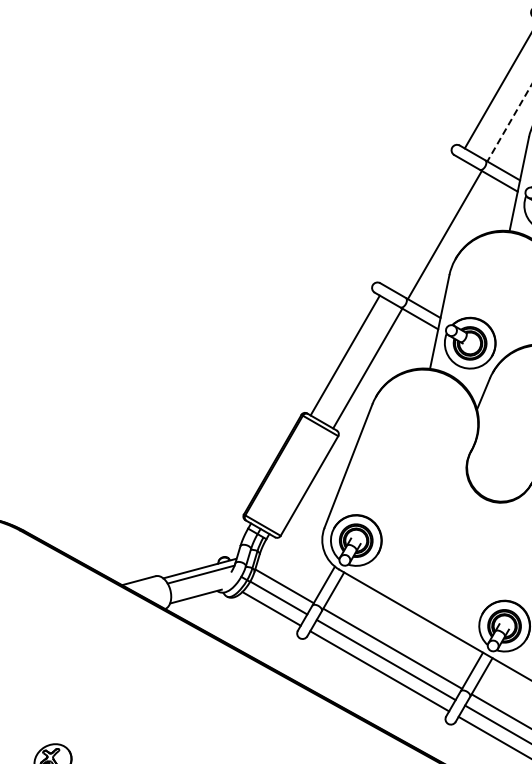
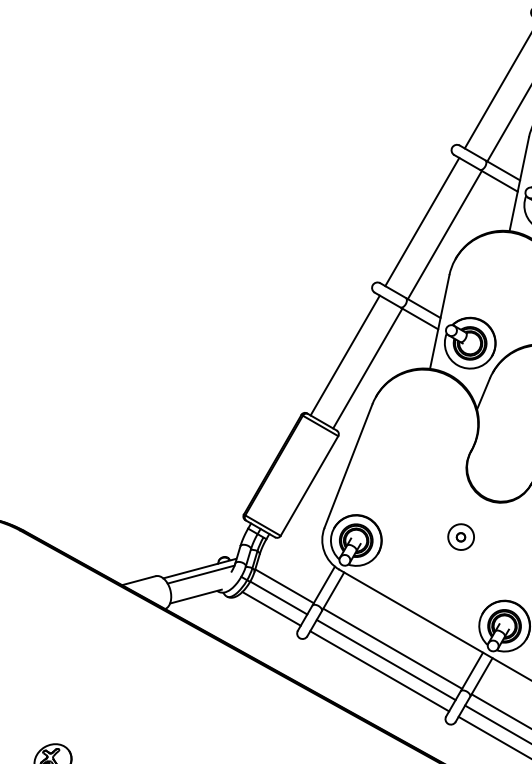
line at (509, 123): dashed -> solid
line at (422, 221): none -> present
part at (460, 536): none -> present
